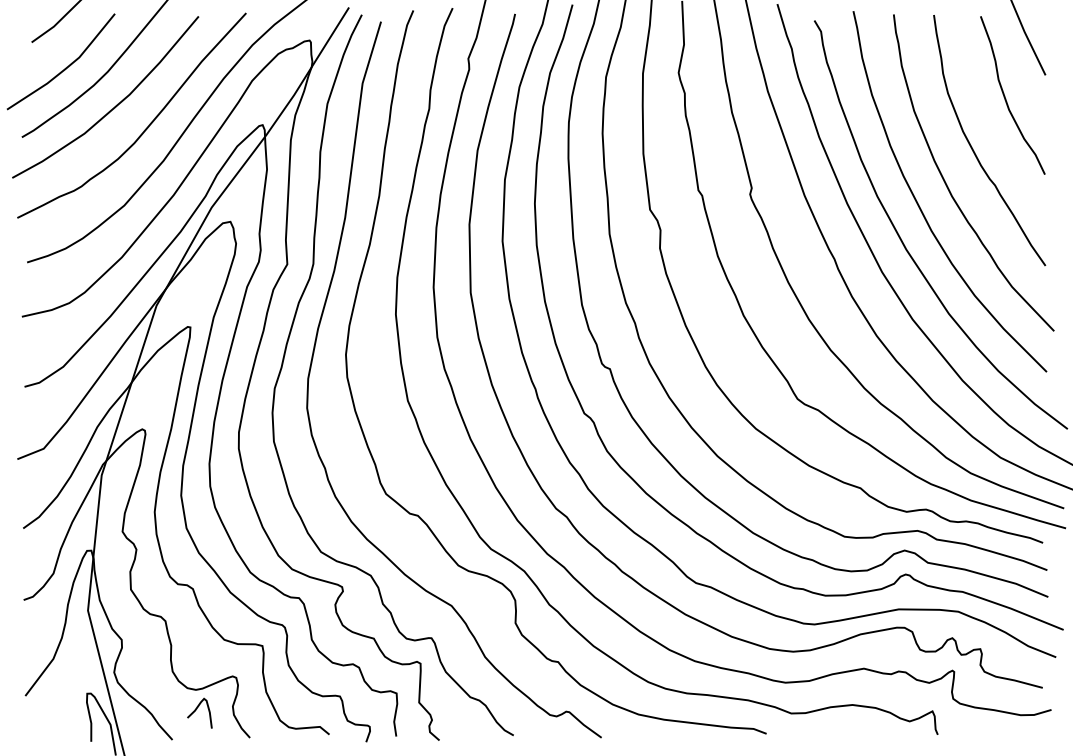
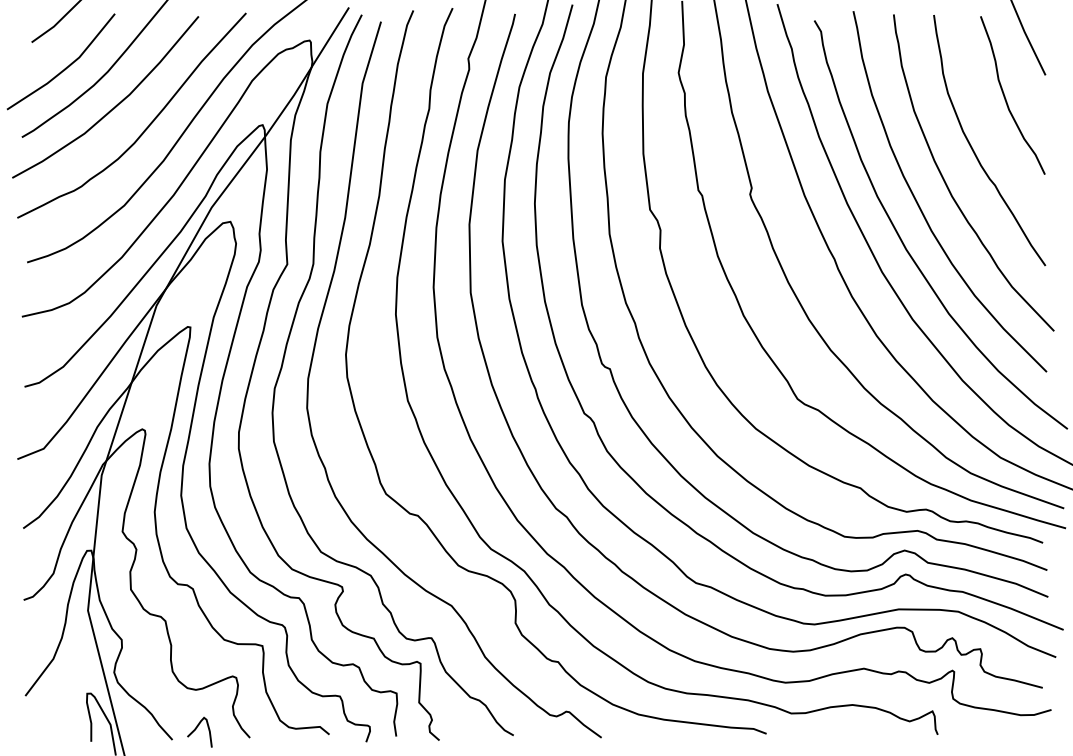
curve at (196, 710) position: (196, 710) -> (196, 729)
